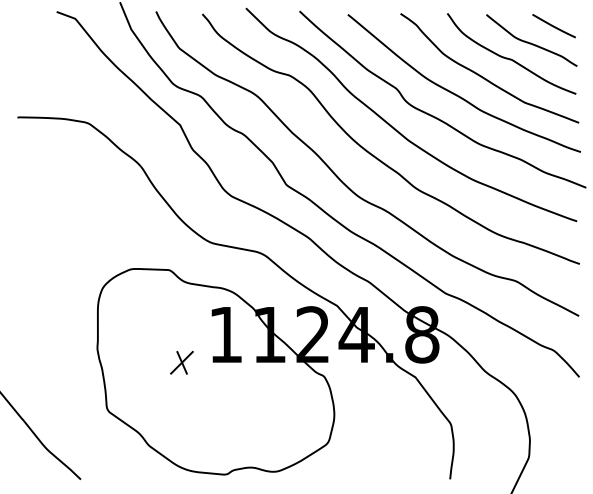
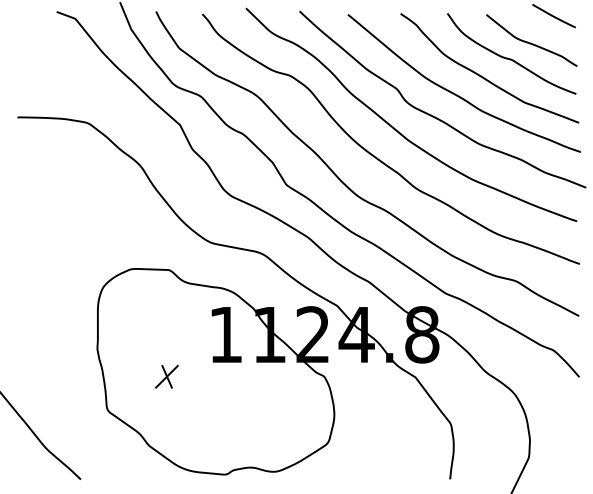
line at (553, 26) position: (553, 26) -> (553, 16)
part at (181, 362) position: (181, 362) -> (166, 376)
